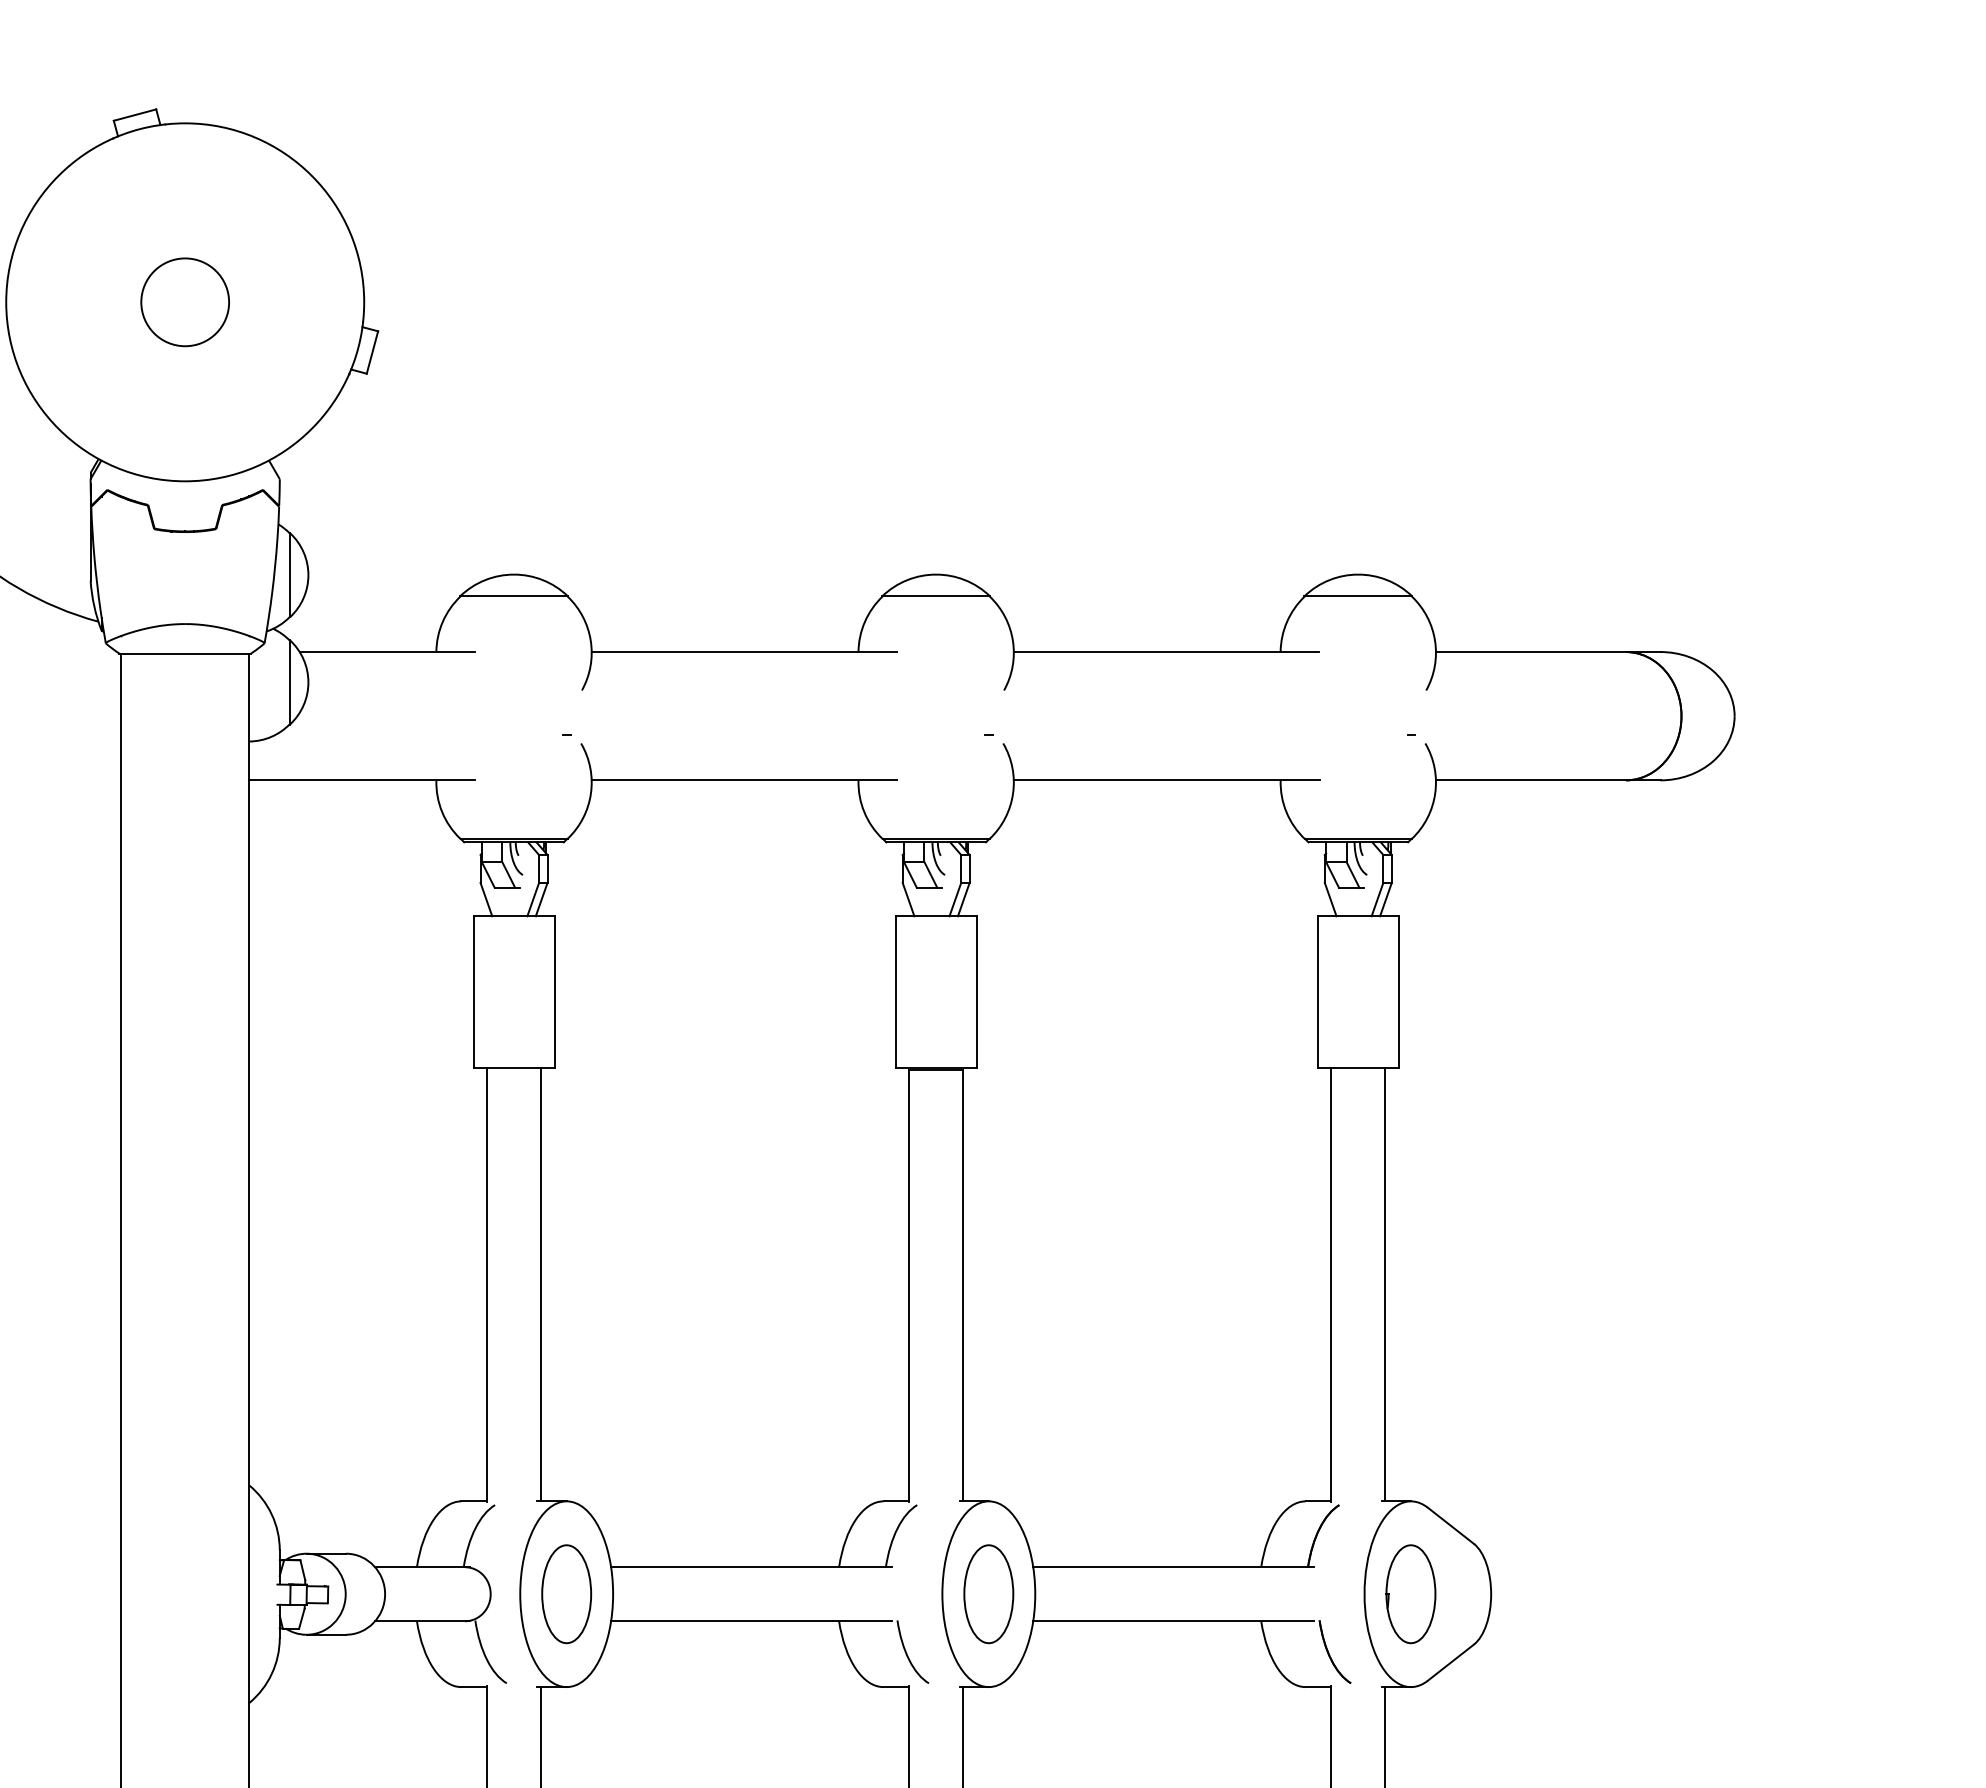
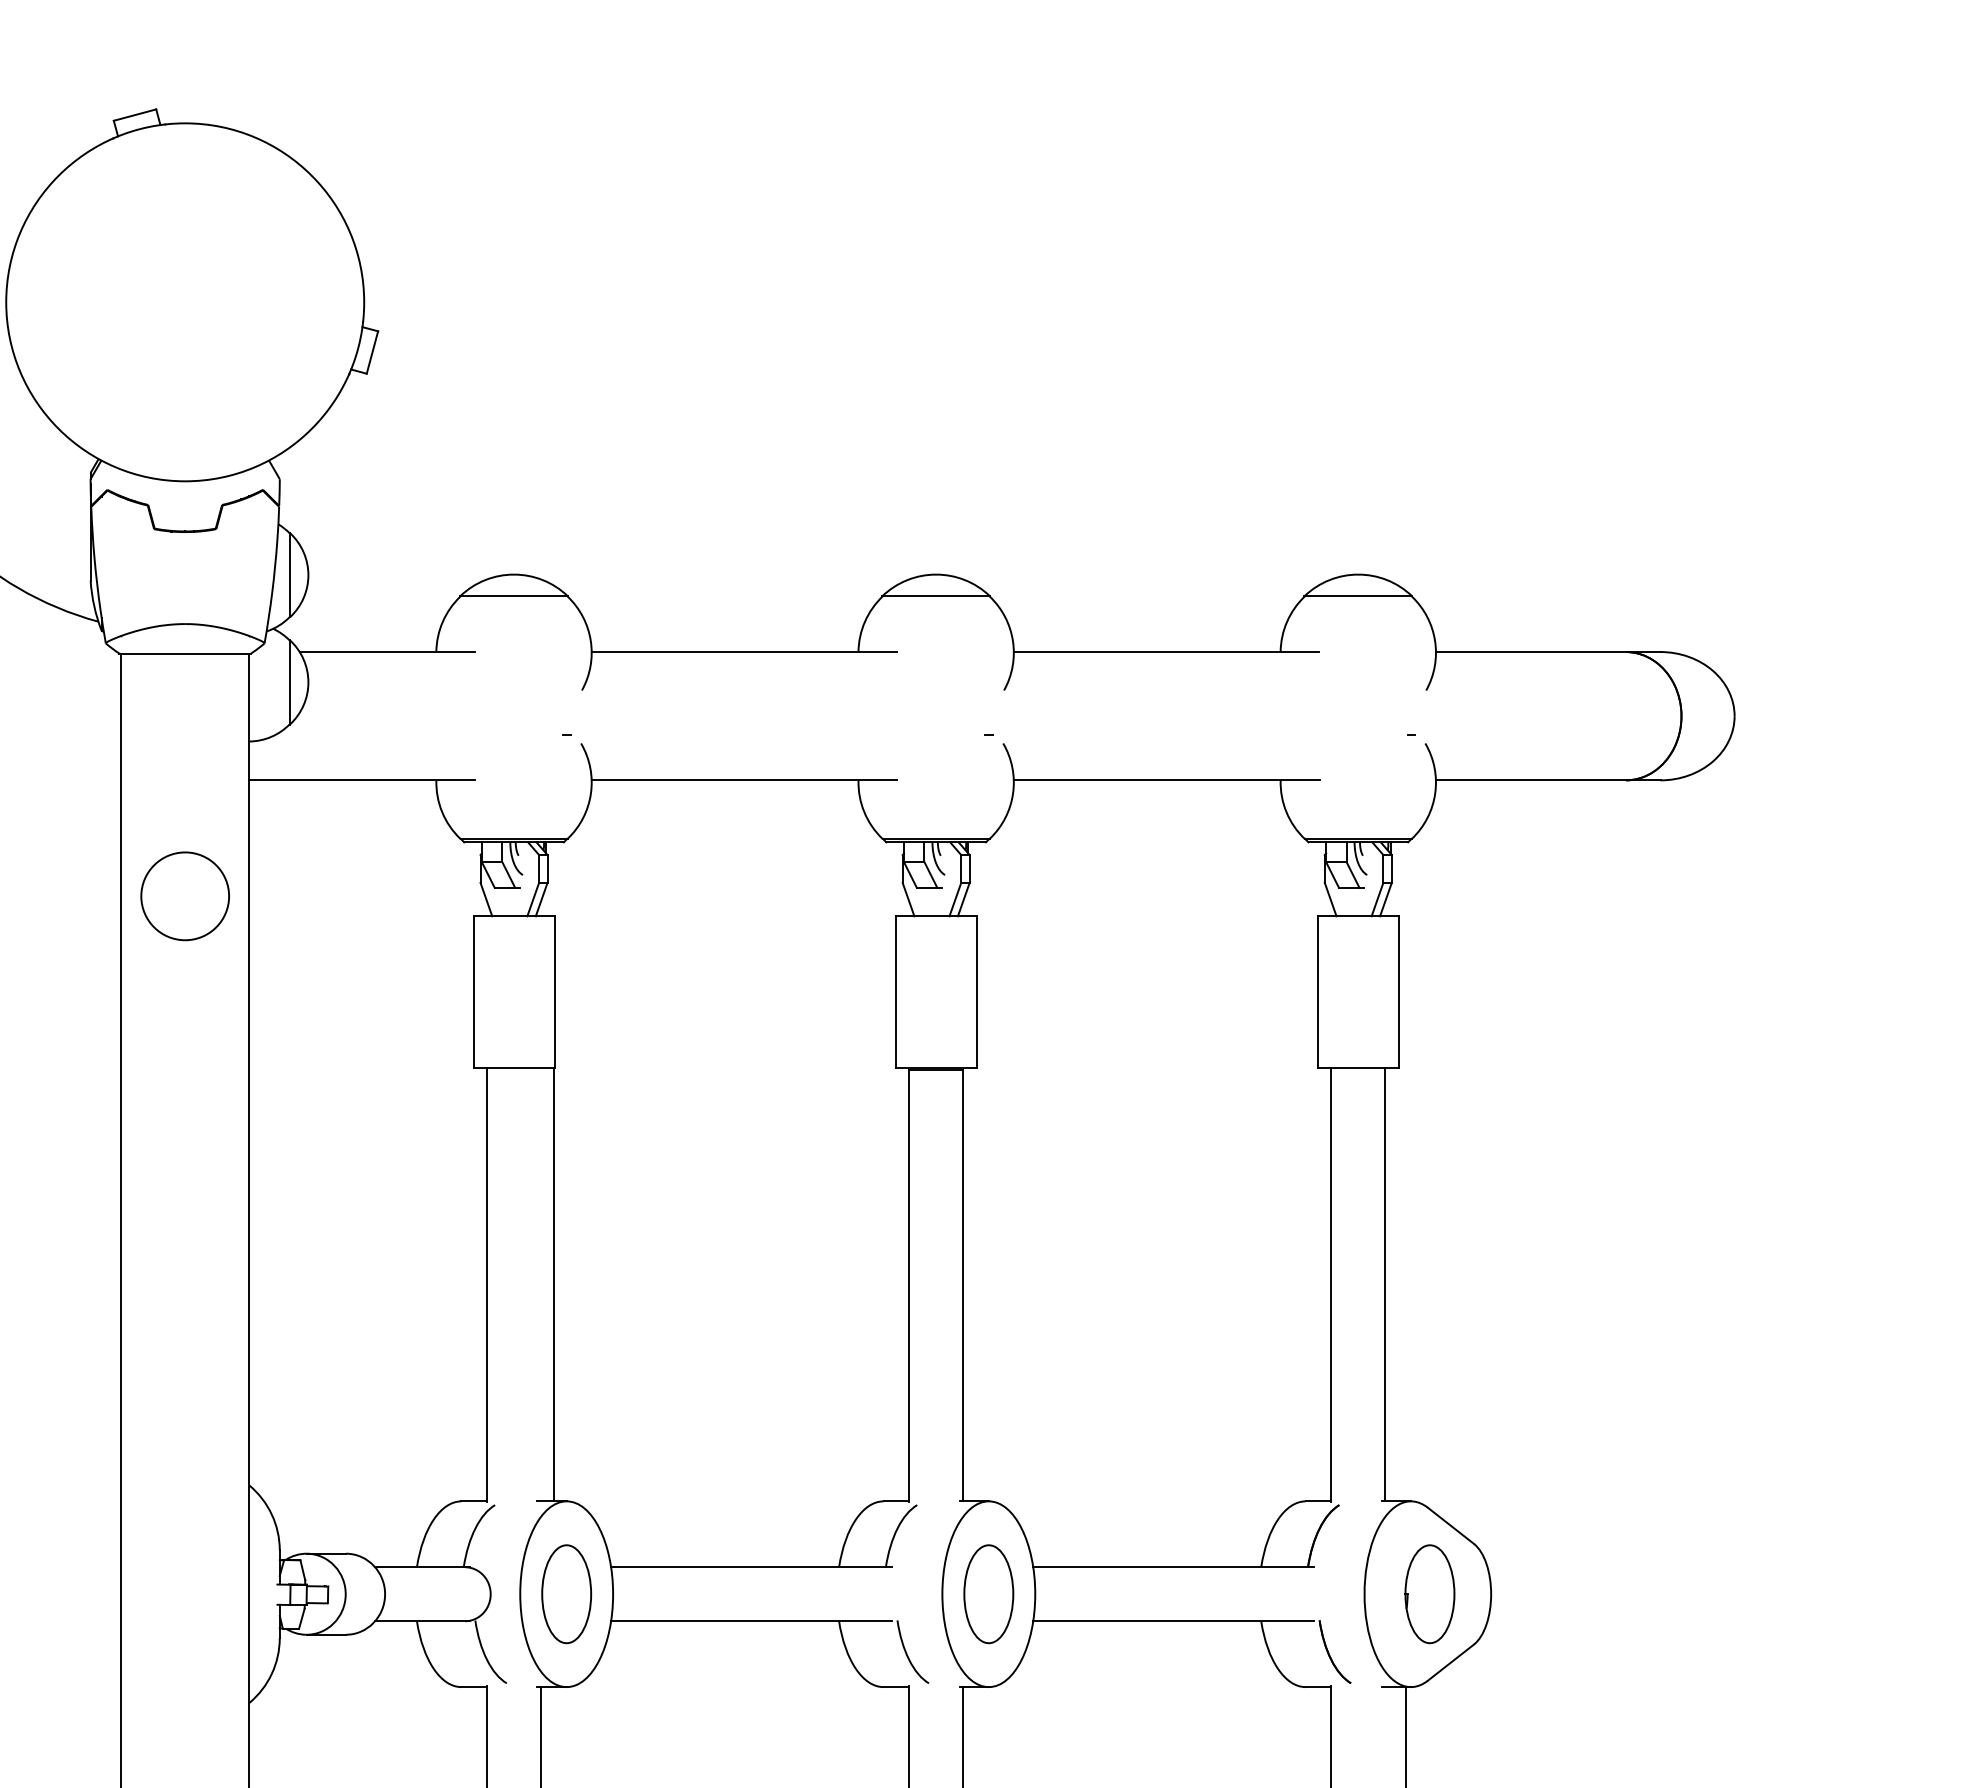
circle at (184, 302) position: (184, 302) -> (184, 896)
line at (541, 1284) position: (541, 1284) -> (554, 1284)
part at (1410, 1594) position: (1410, 1594) -> (1429, 1594)
line at (1385, 1735) position: (1385, 1735) -> (1406, 1735)
